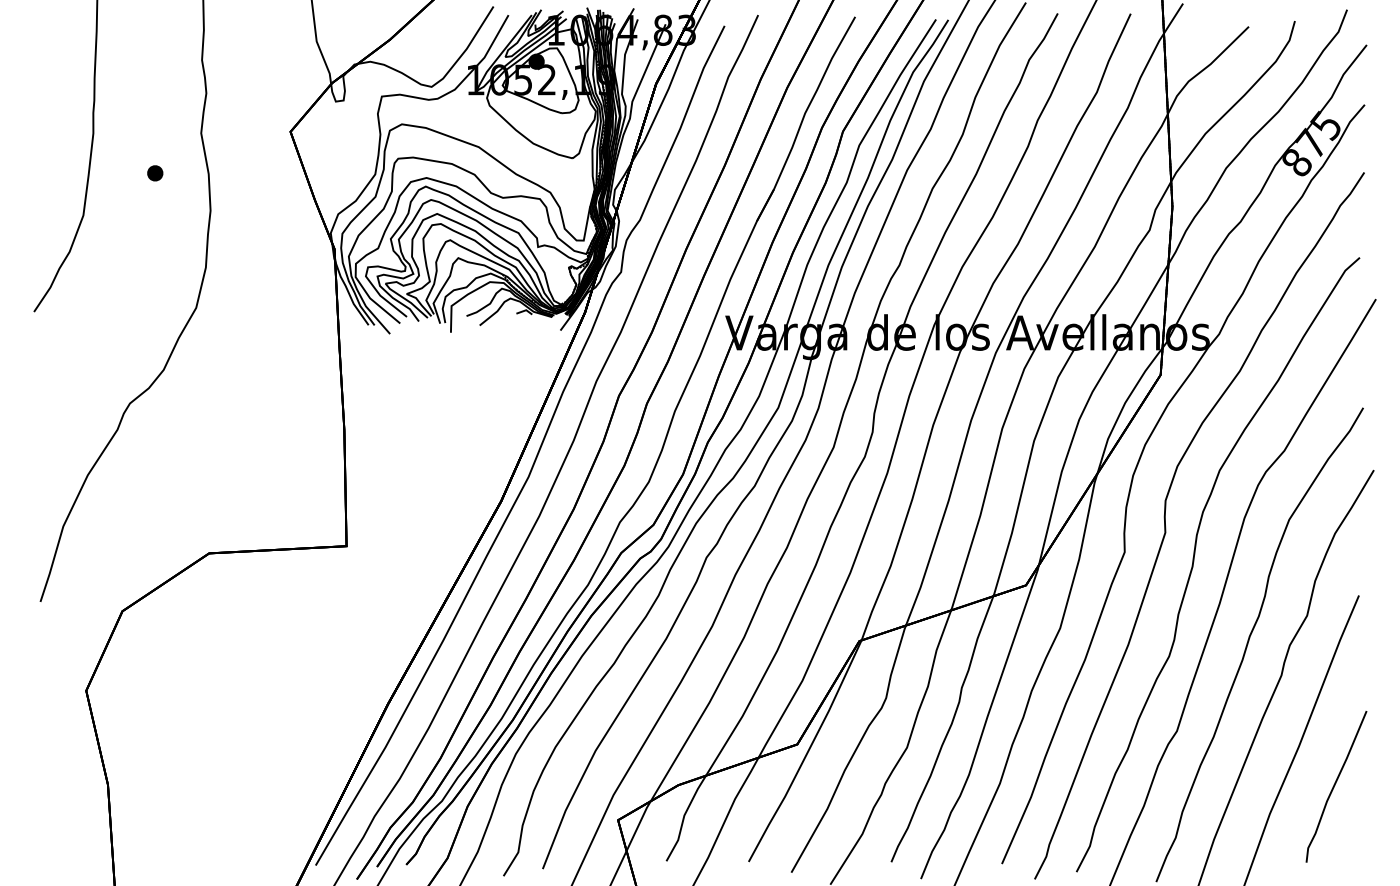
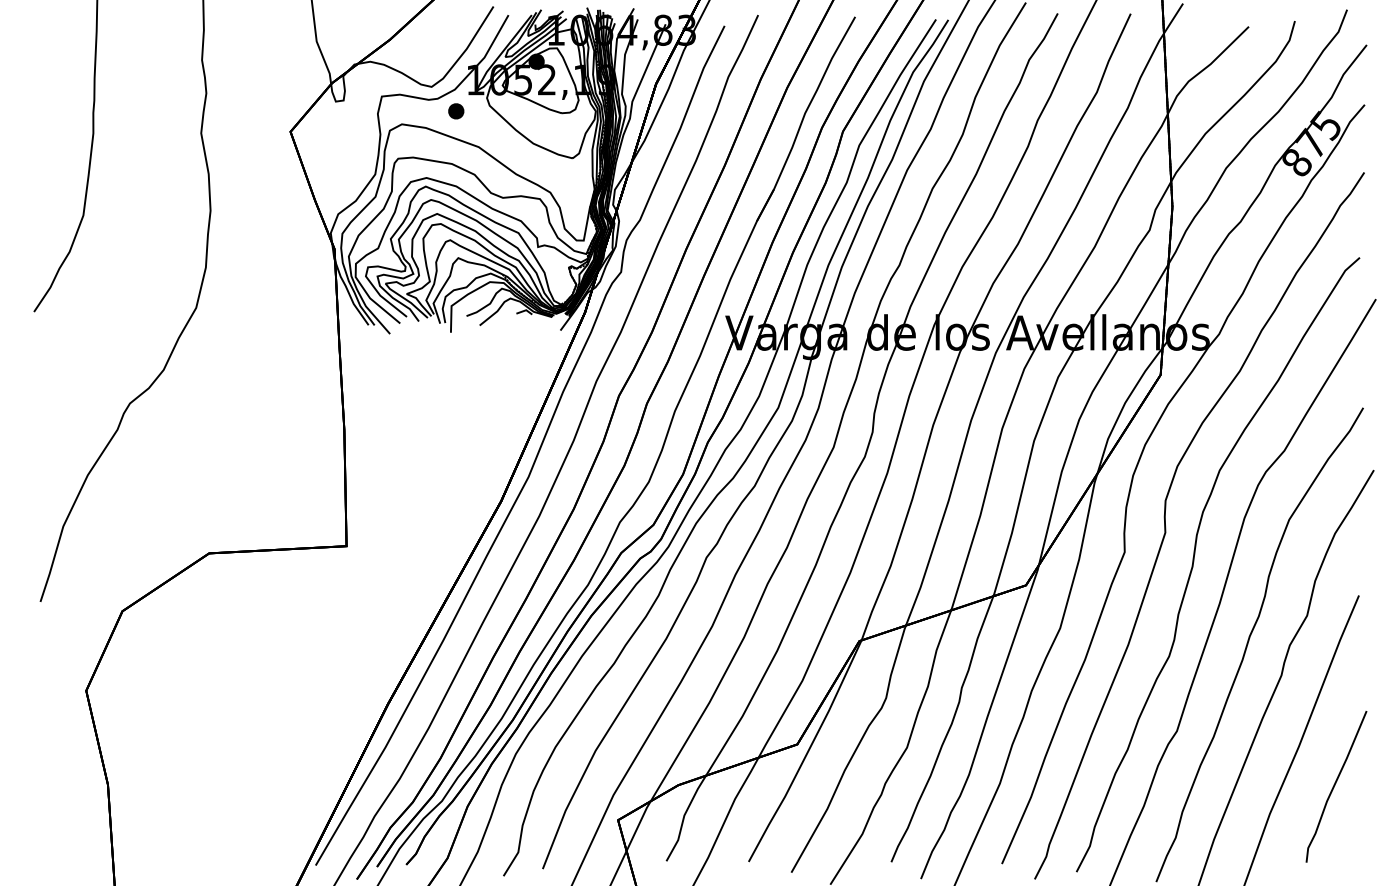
part at (155, 173) position: (155, 173) -> (456, 111)
